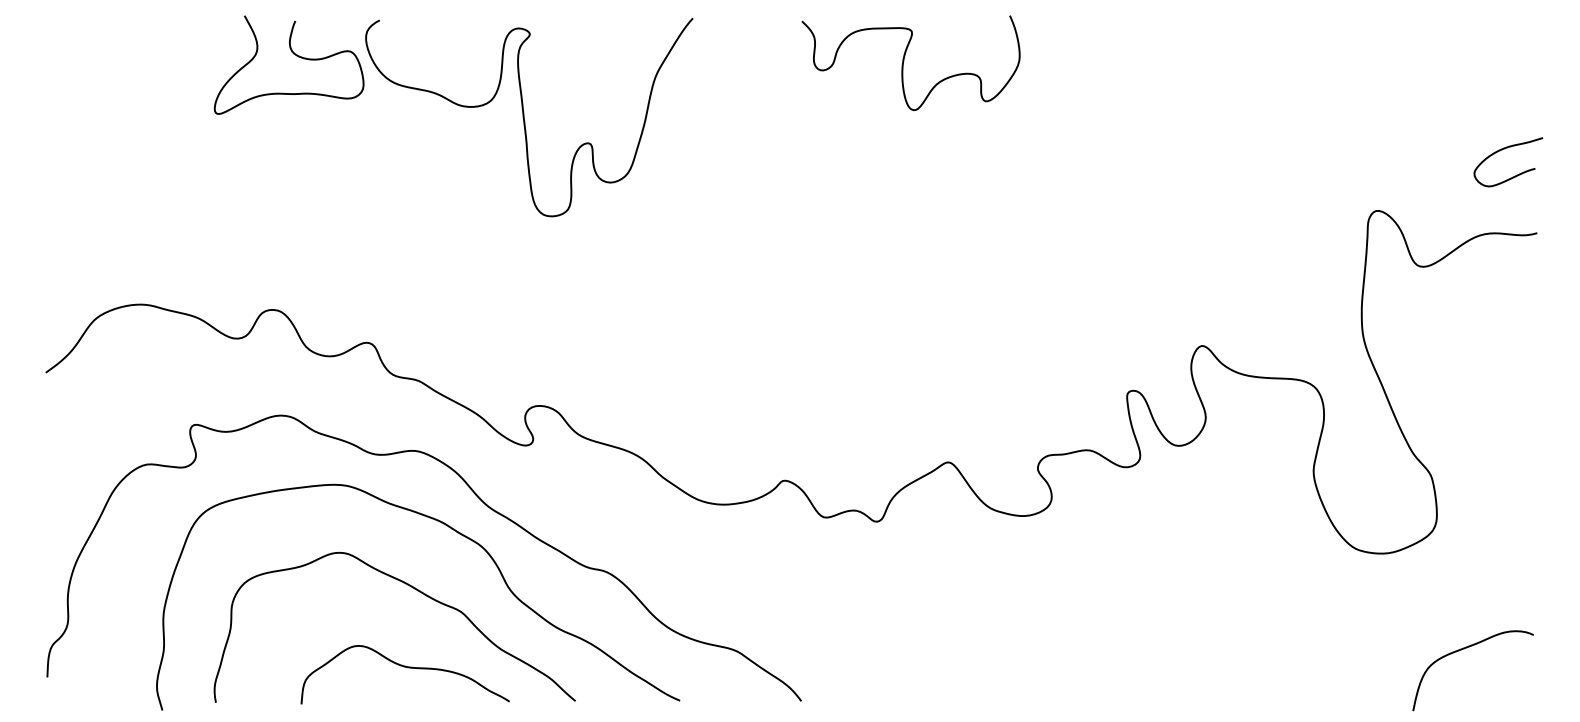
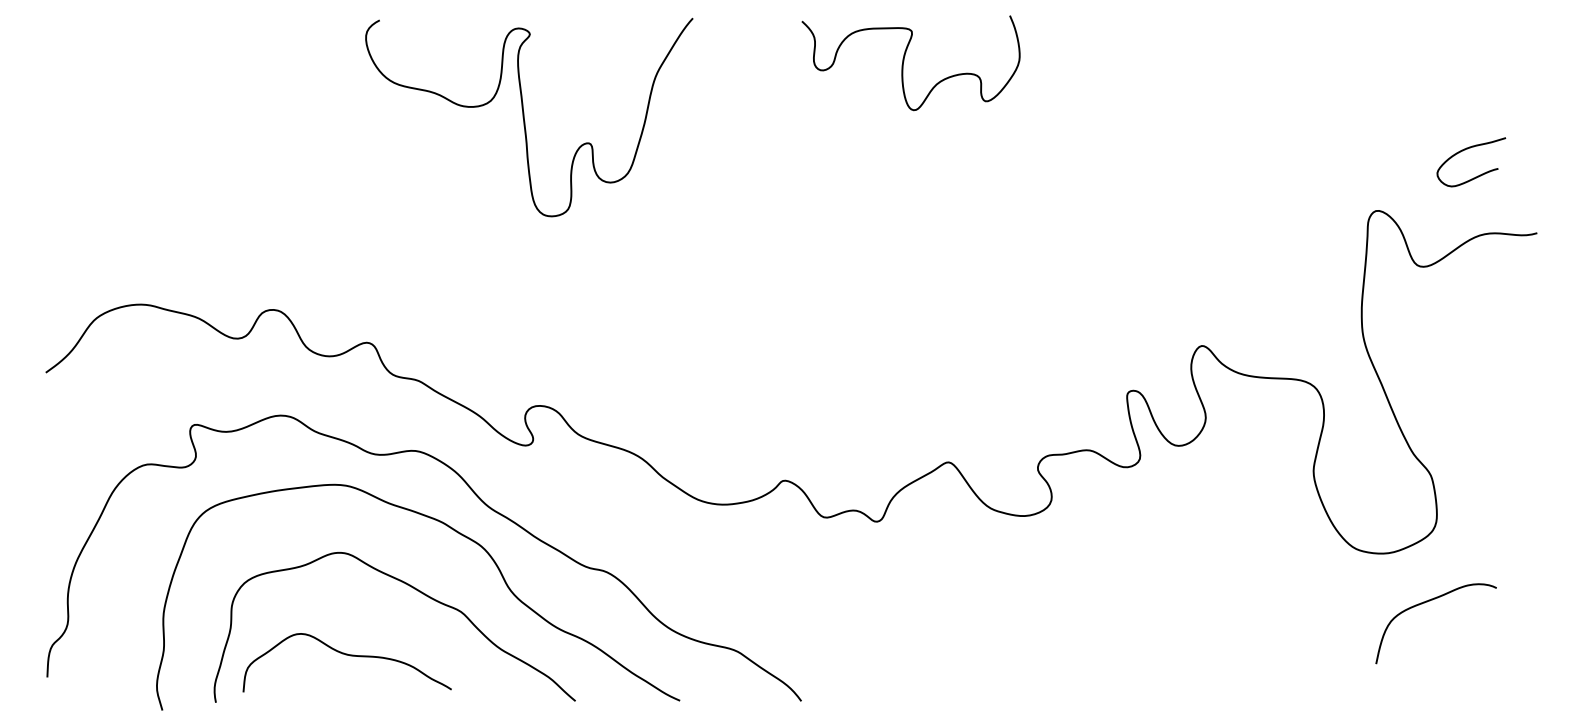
curve at (293, 54): present -> none
curve at (1502, 150) position: (1502, 150) -> (1465, 150)
curve at (1464, 649) position: (1464, 649) -> (1427, 602)
curve at (404, 667) position: (404, 667) -> (346, 655)
